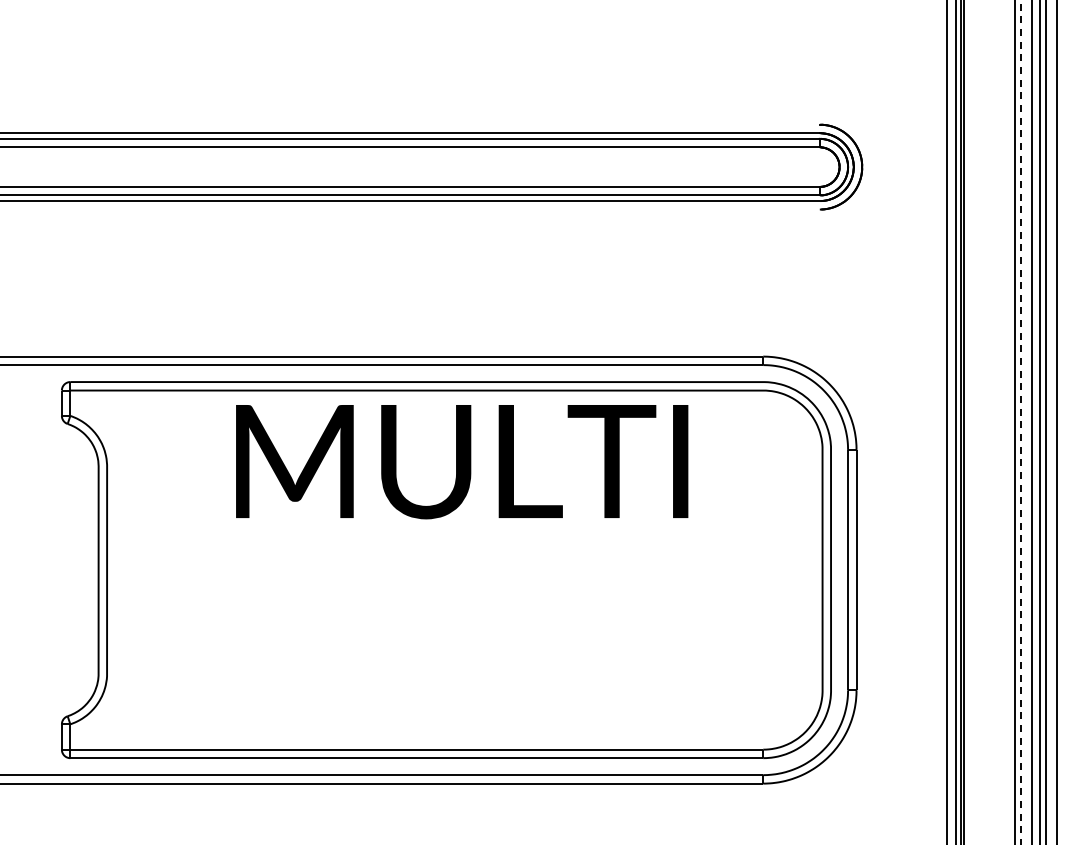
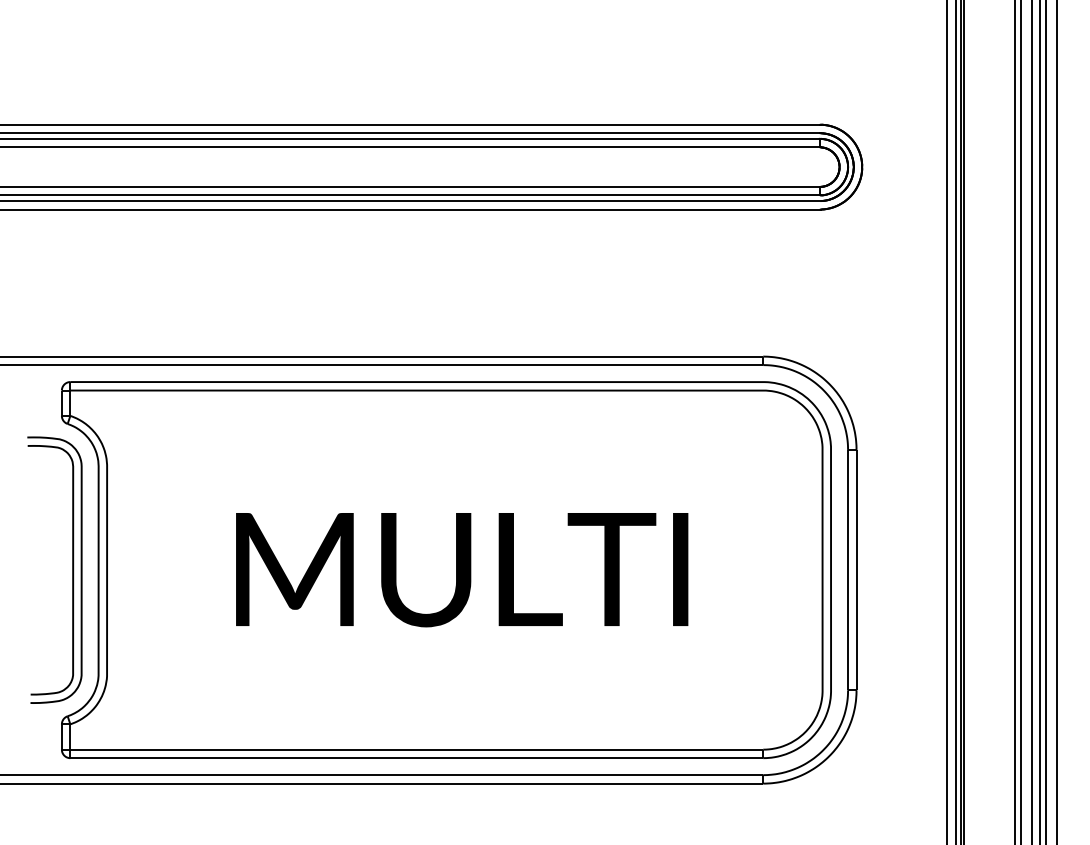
line at (410, 124): none -> present
line at (411, 209): none -> present
line at (1021, 422): dashed -> solid
text at (462, 462) position: (462, 462) -> (462, 570)
part at (72, 569): none -> present
